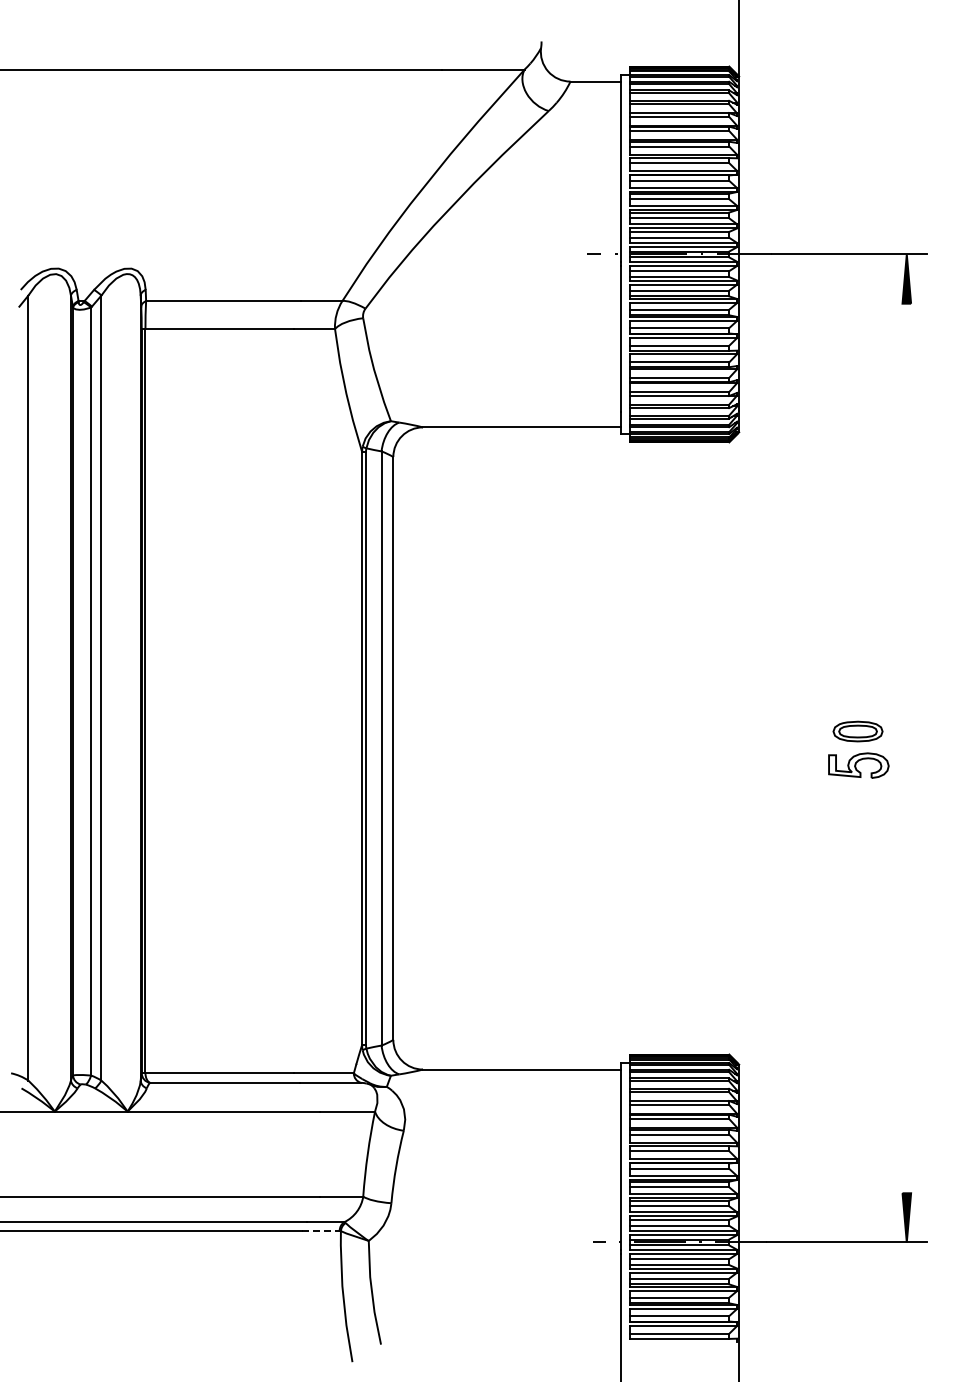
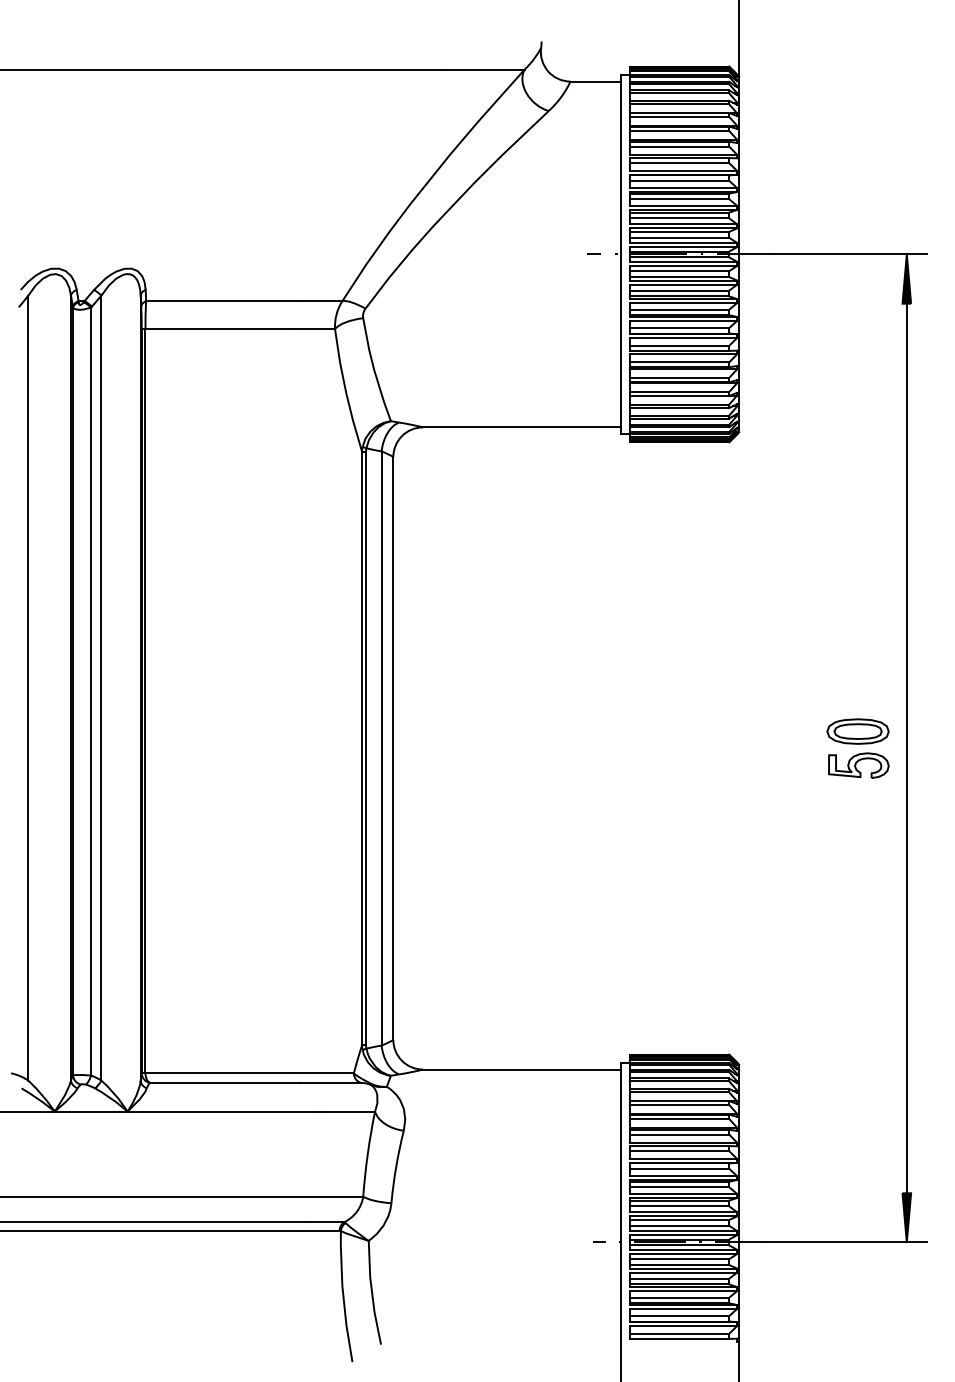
part at (857, 731) size: 52x23 px -> 64x27 px
line at (906, 748): none -> present
line at (320, 1230): dashed -> solid
